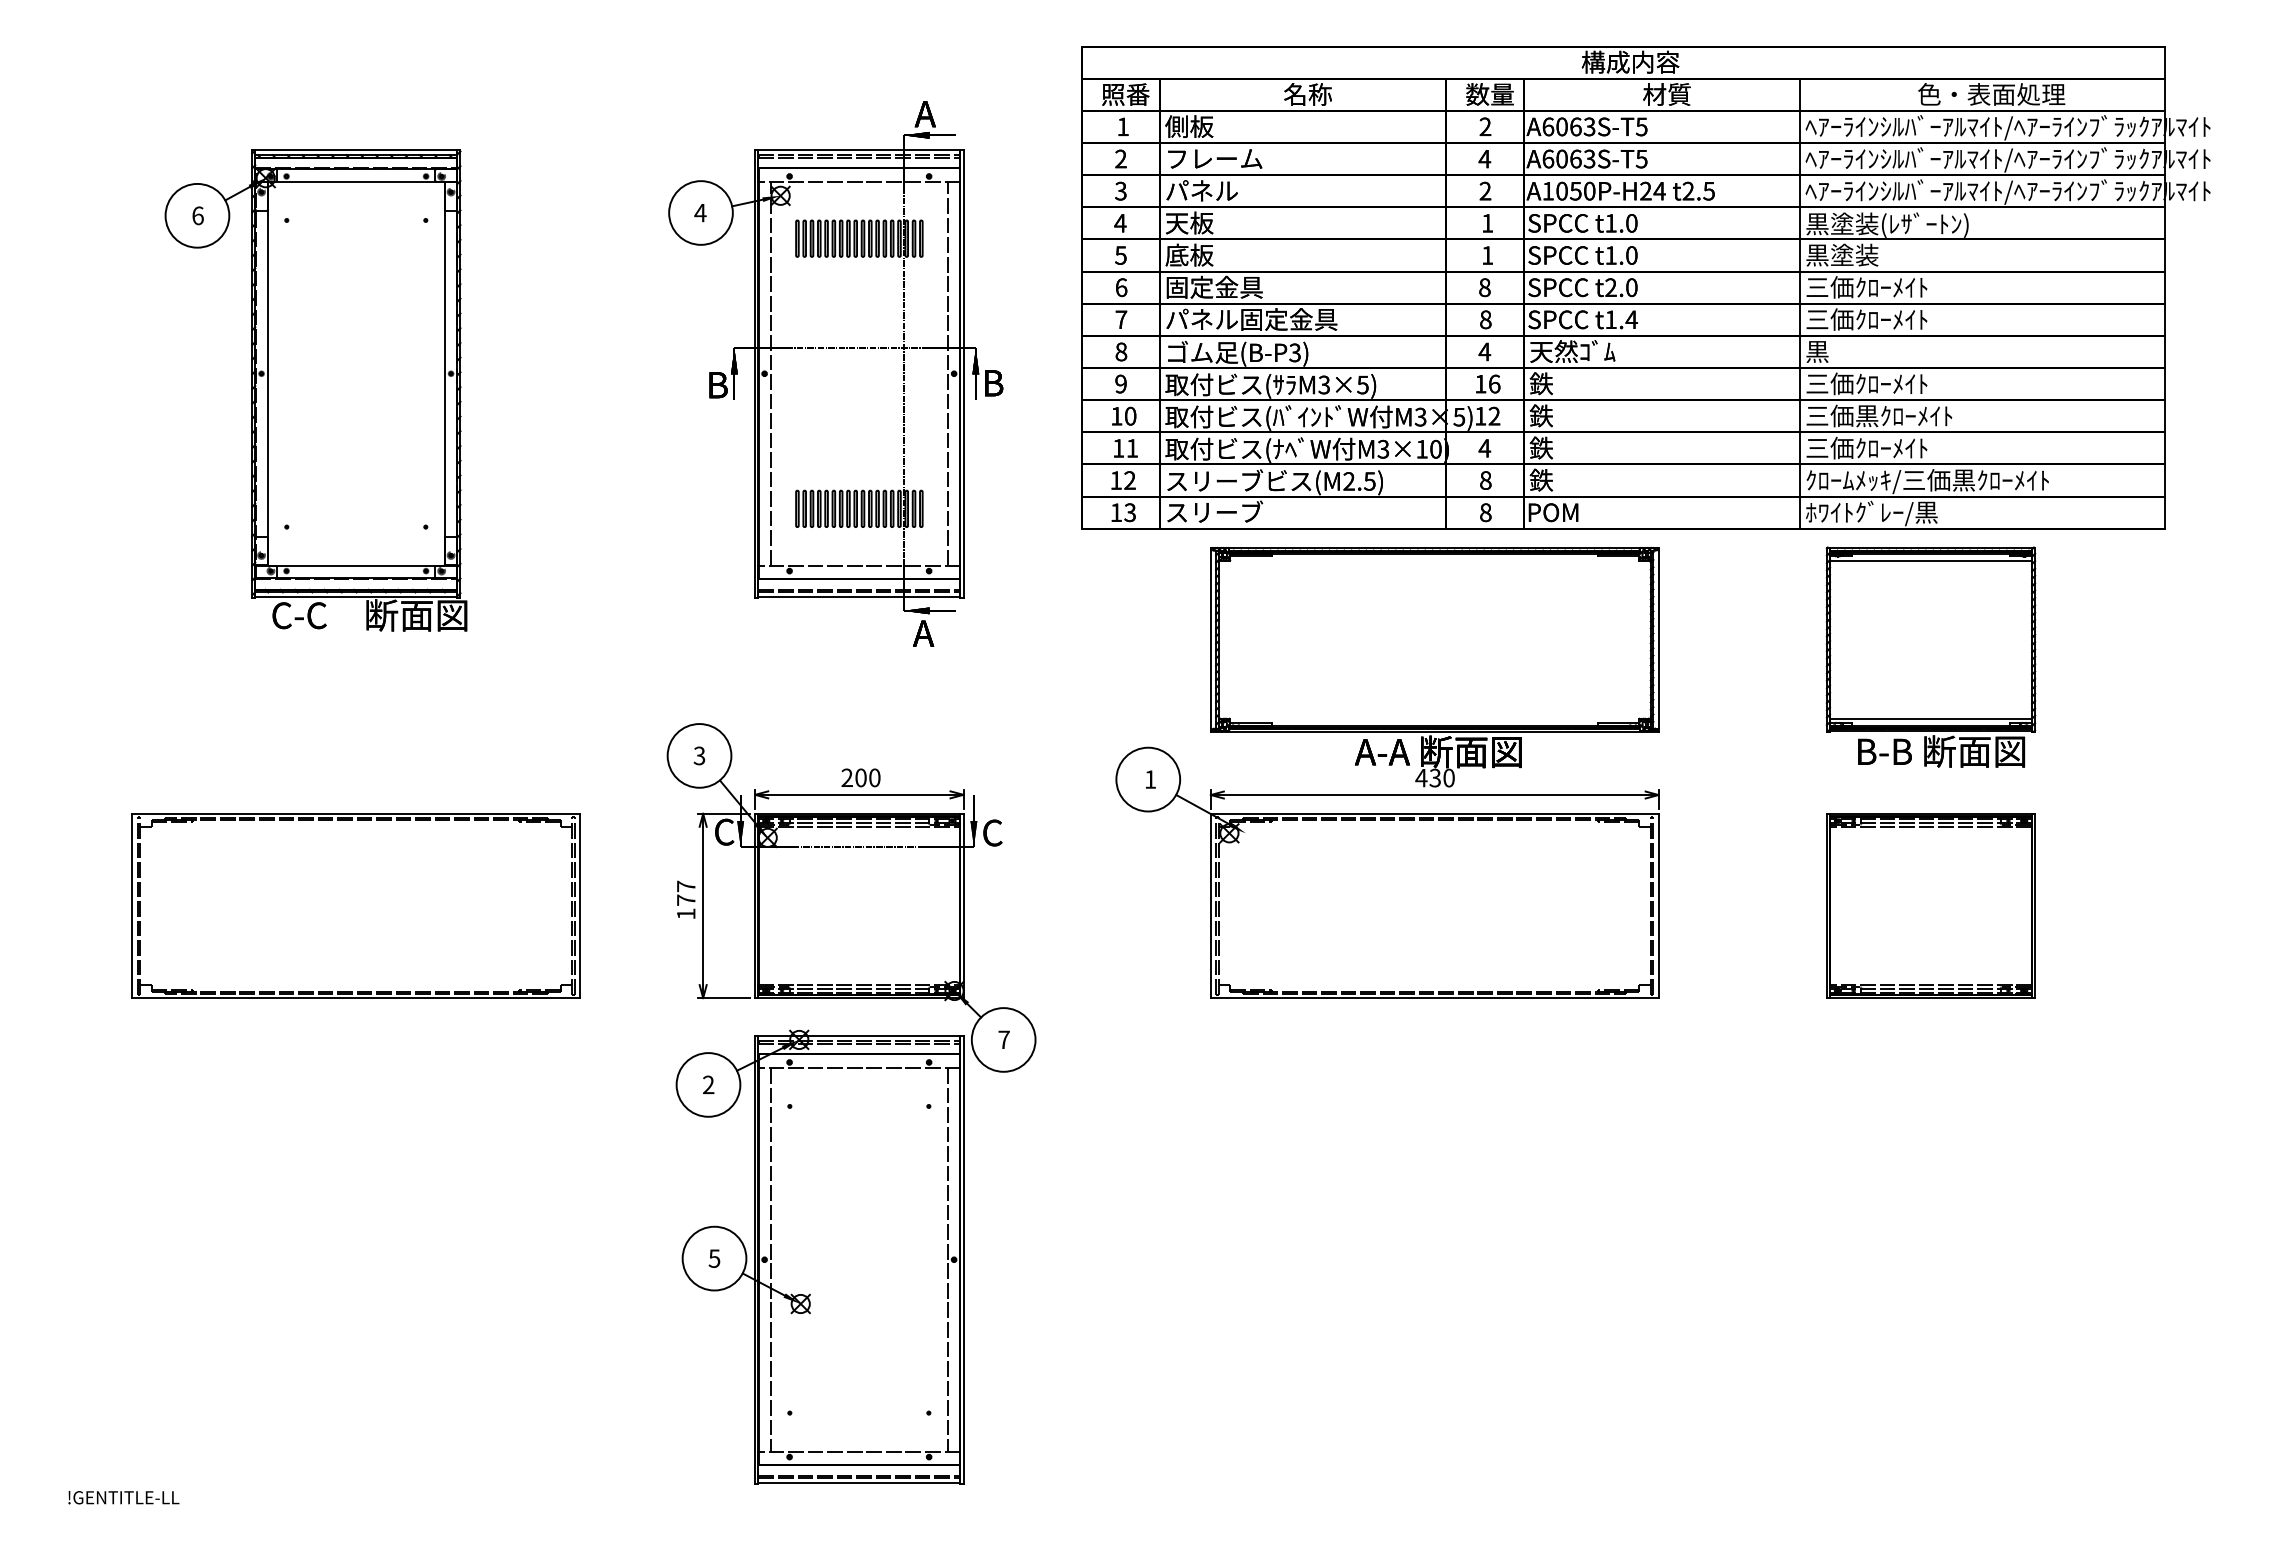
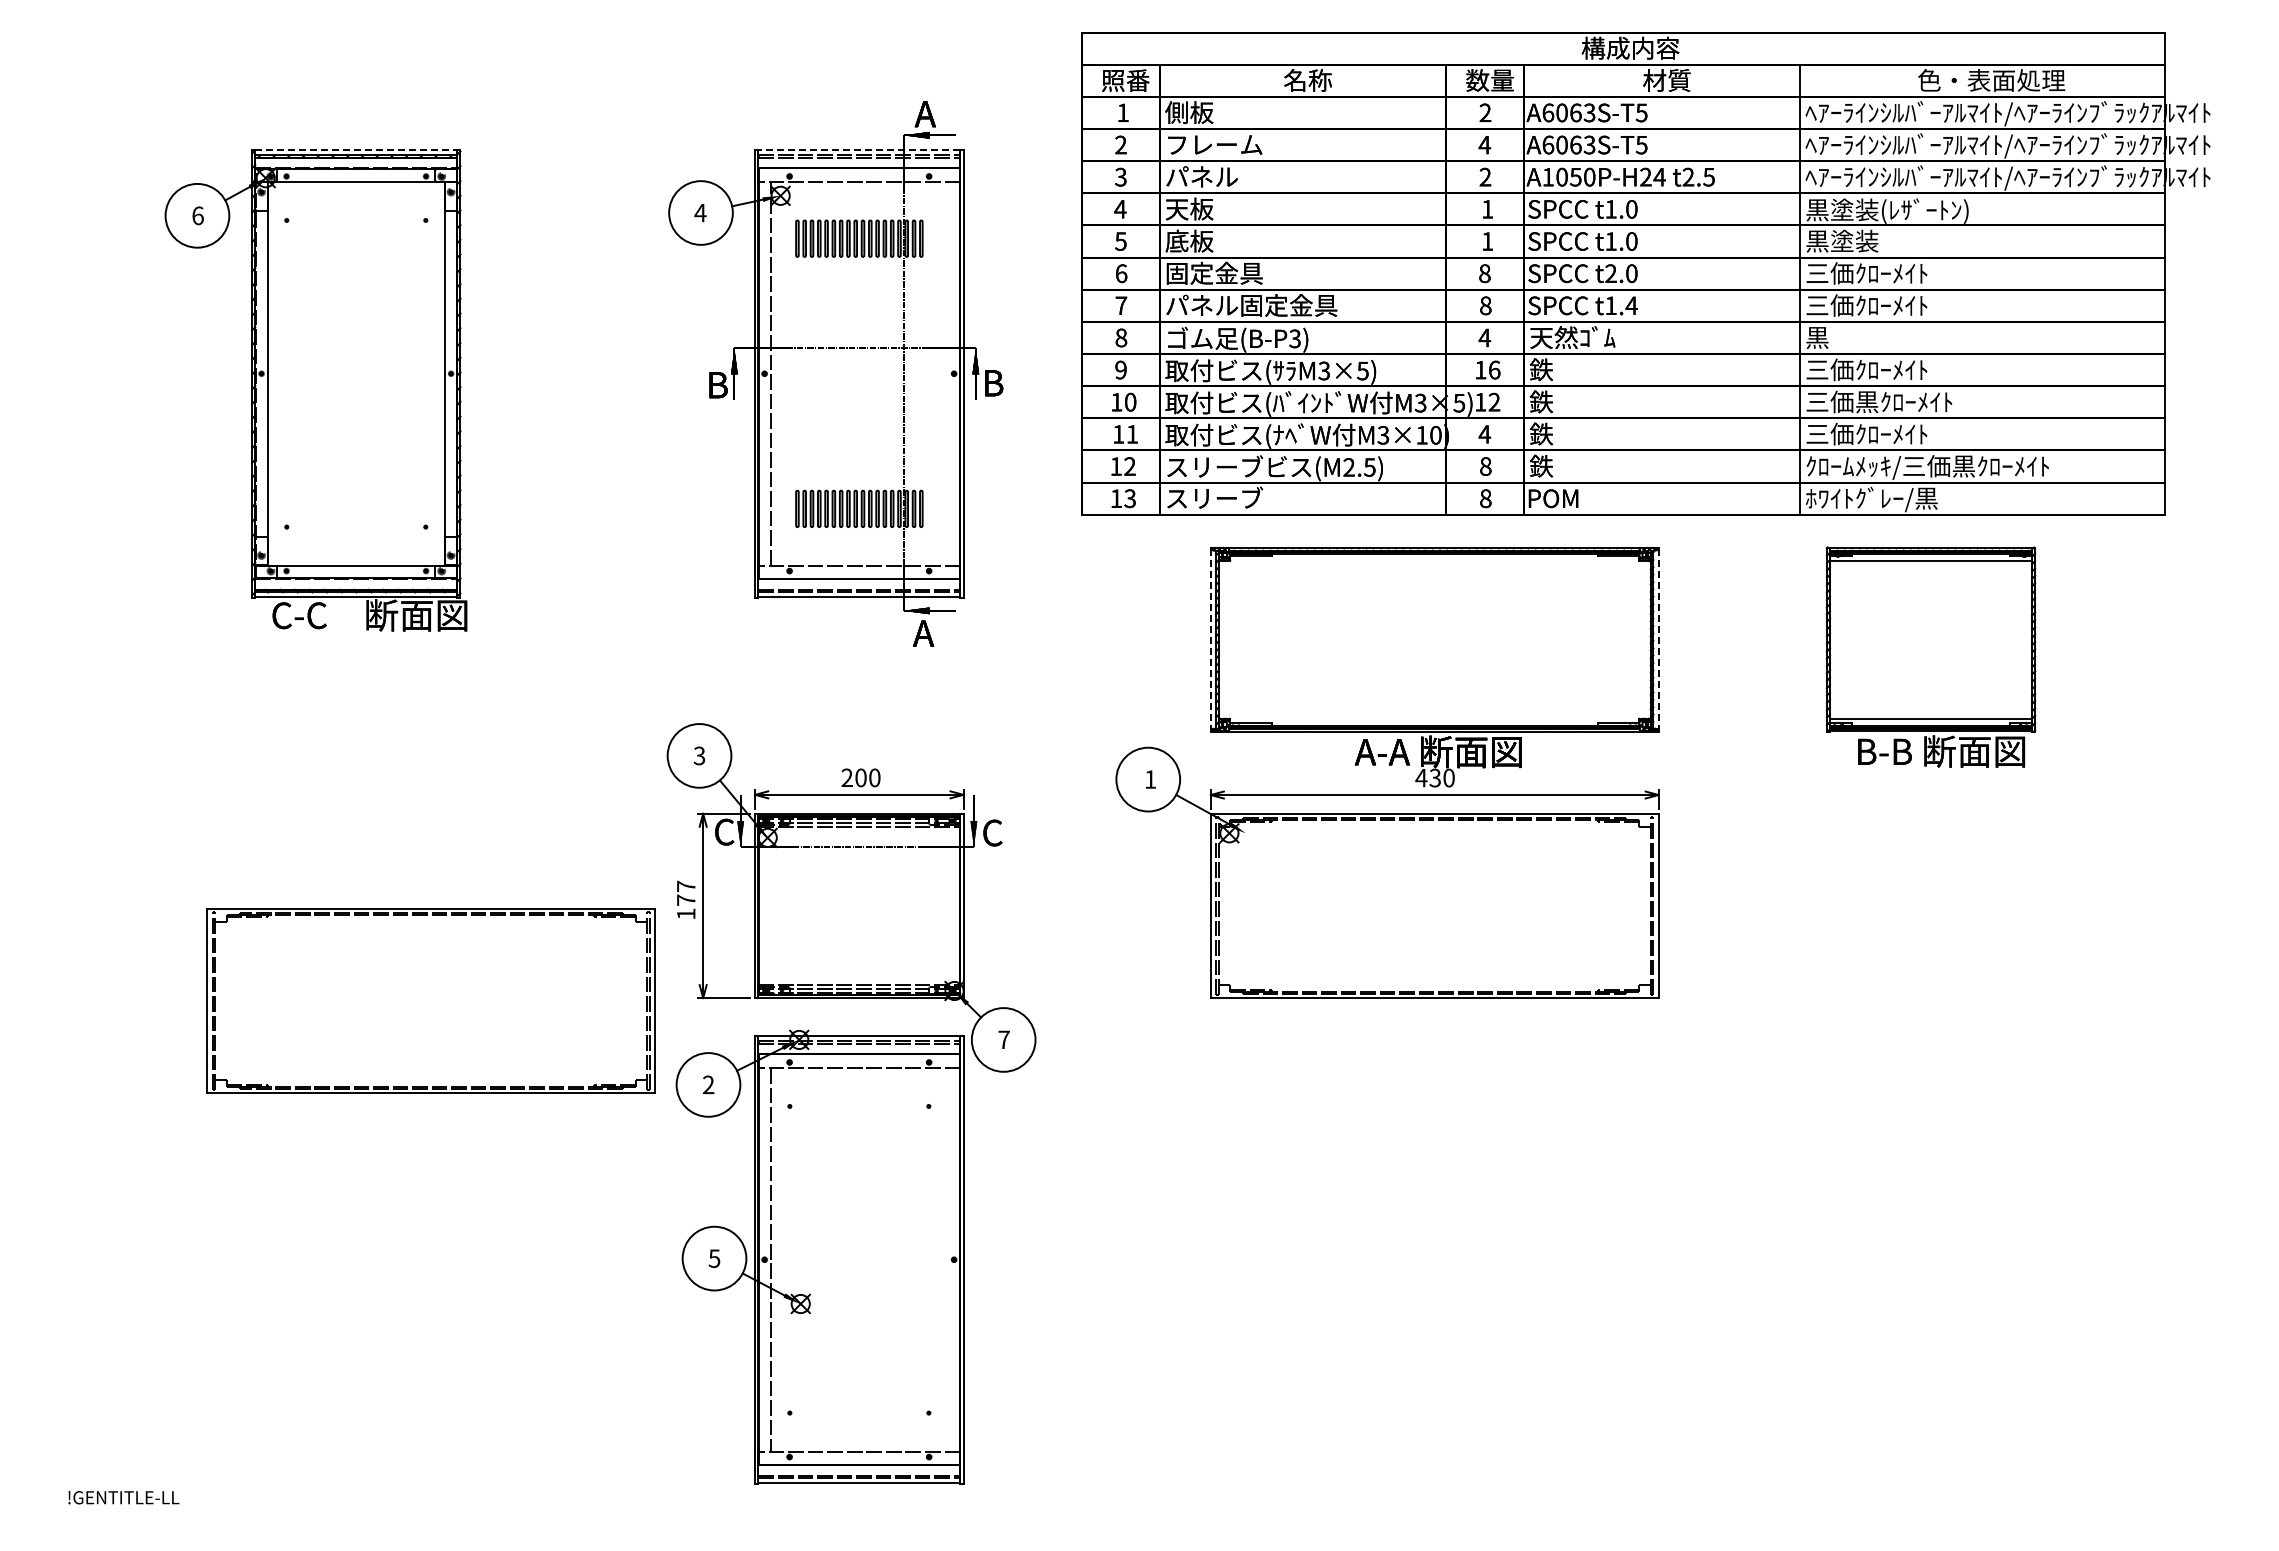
line at (356, 150): solid -> dashed
line at (858, 150): solid -> dashed
part at (1645, 287) position: (1645, 287) -> (1645, 273)
line at (947, 373): present -> none
line at (1210, 639): solid -> dashed
line at (1658, 639): solid -> dashed
part at (355, 905) position: (355, 905) -> (430, 1000)
part at (1930, 905): present -> none
line at (947, 1259): present -> none
